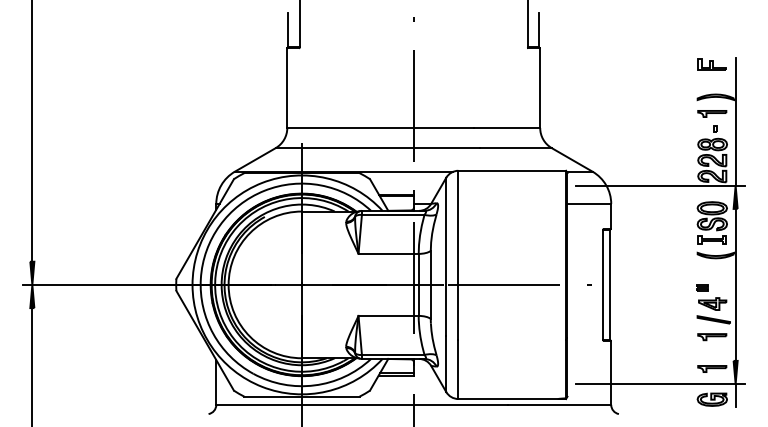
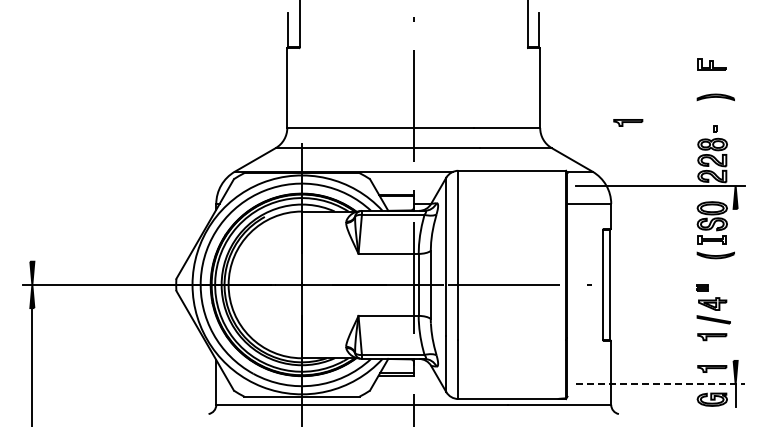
part at (712, 113) position: (712, 113) -> (628, 122)
line at (735, 121): present -> none
line at (32, 131): present -> none
line at (735, 284): present -> none
line at (661, 384): solid -> dashed
